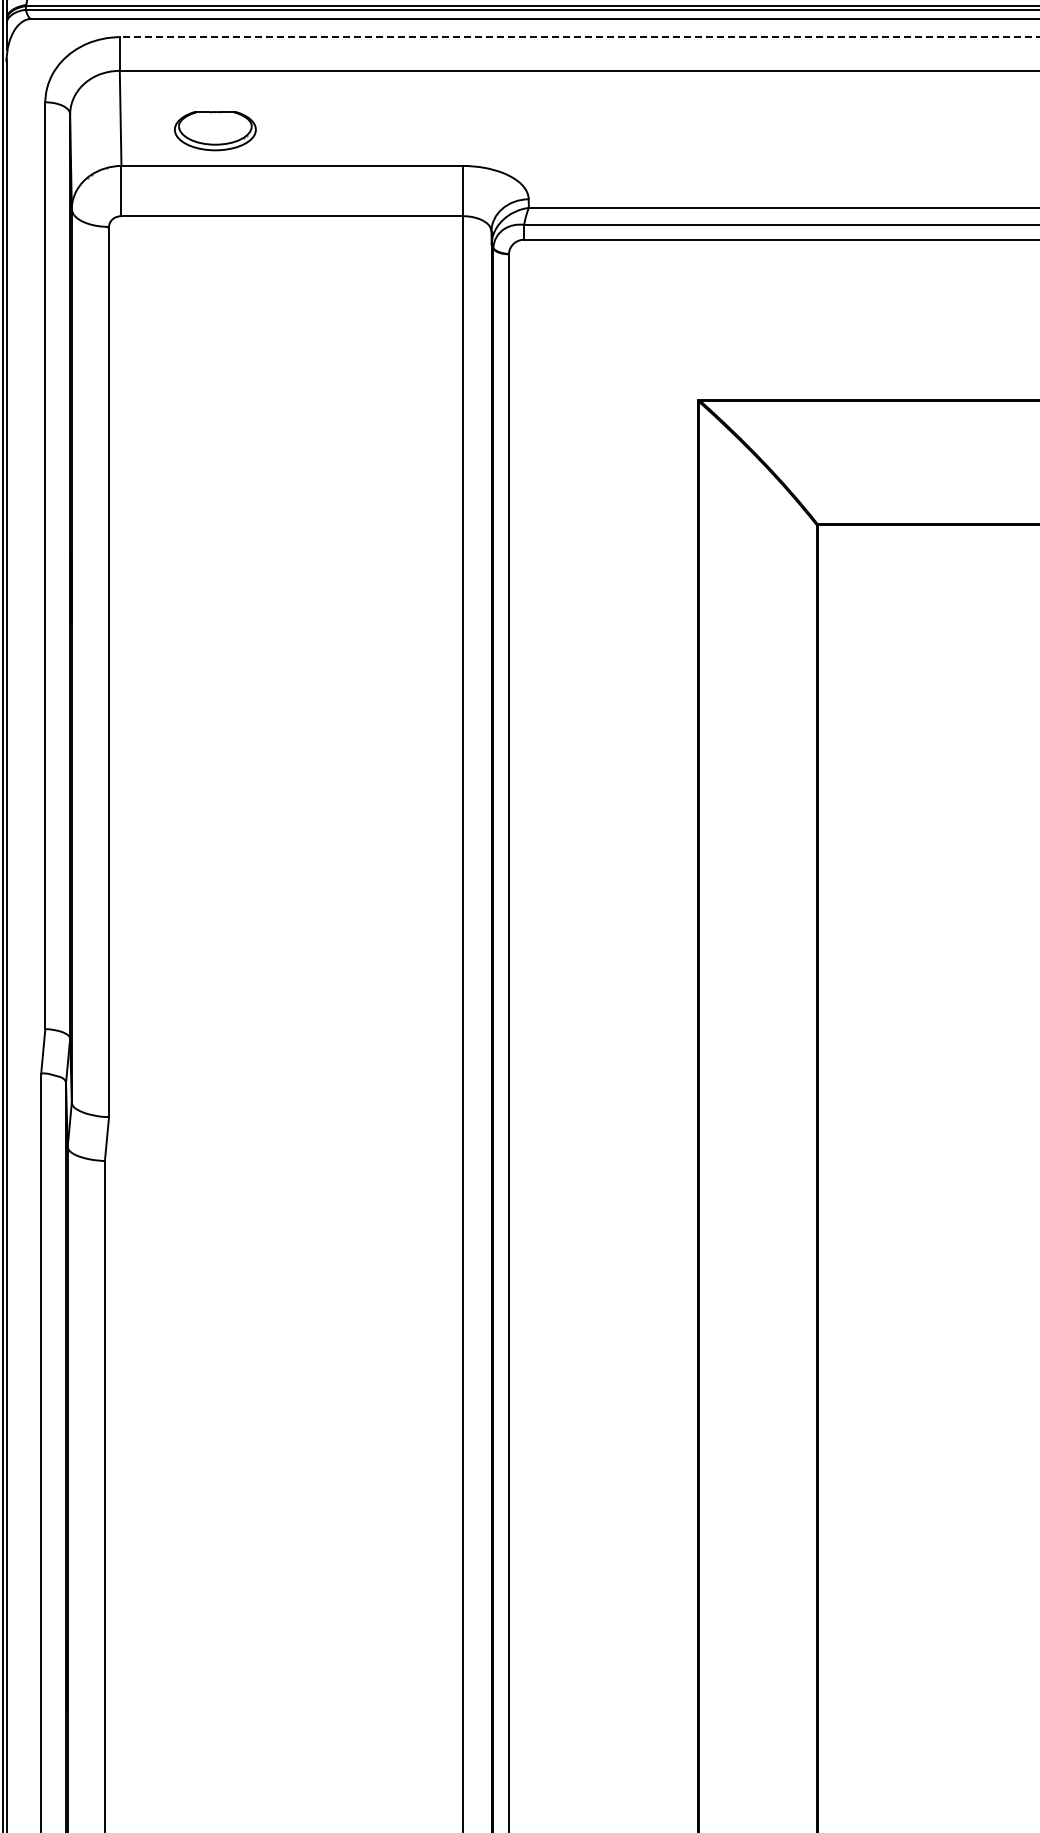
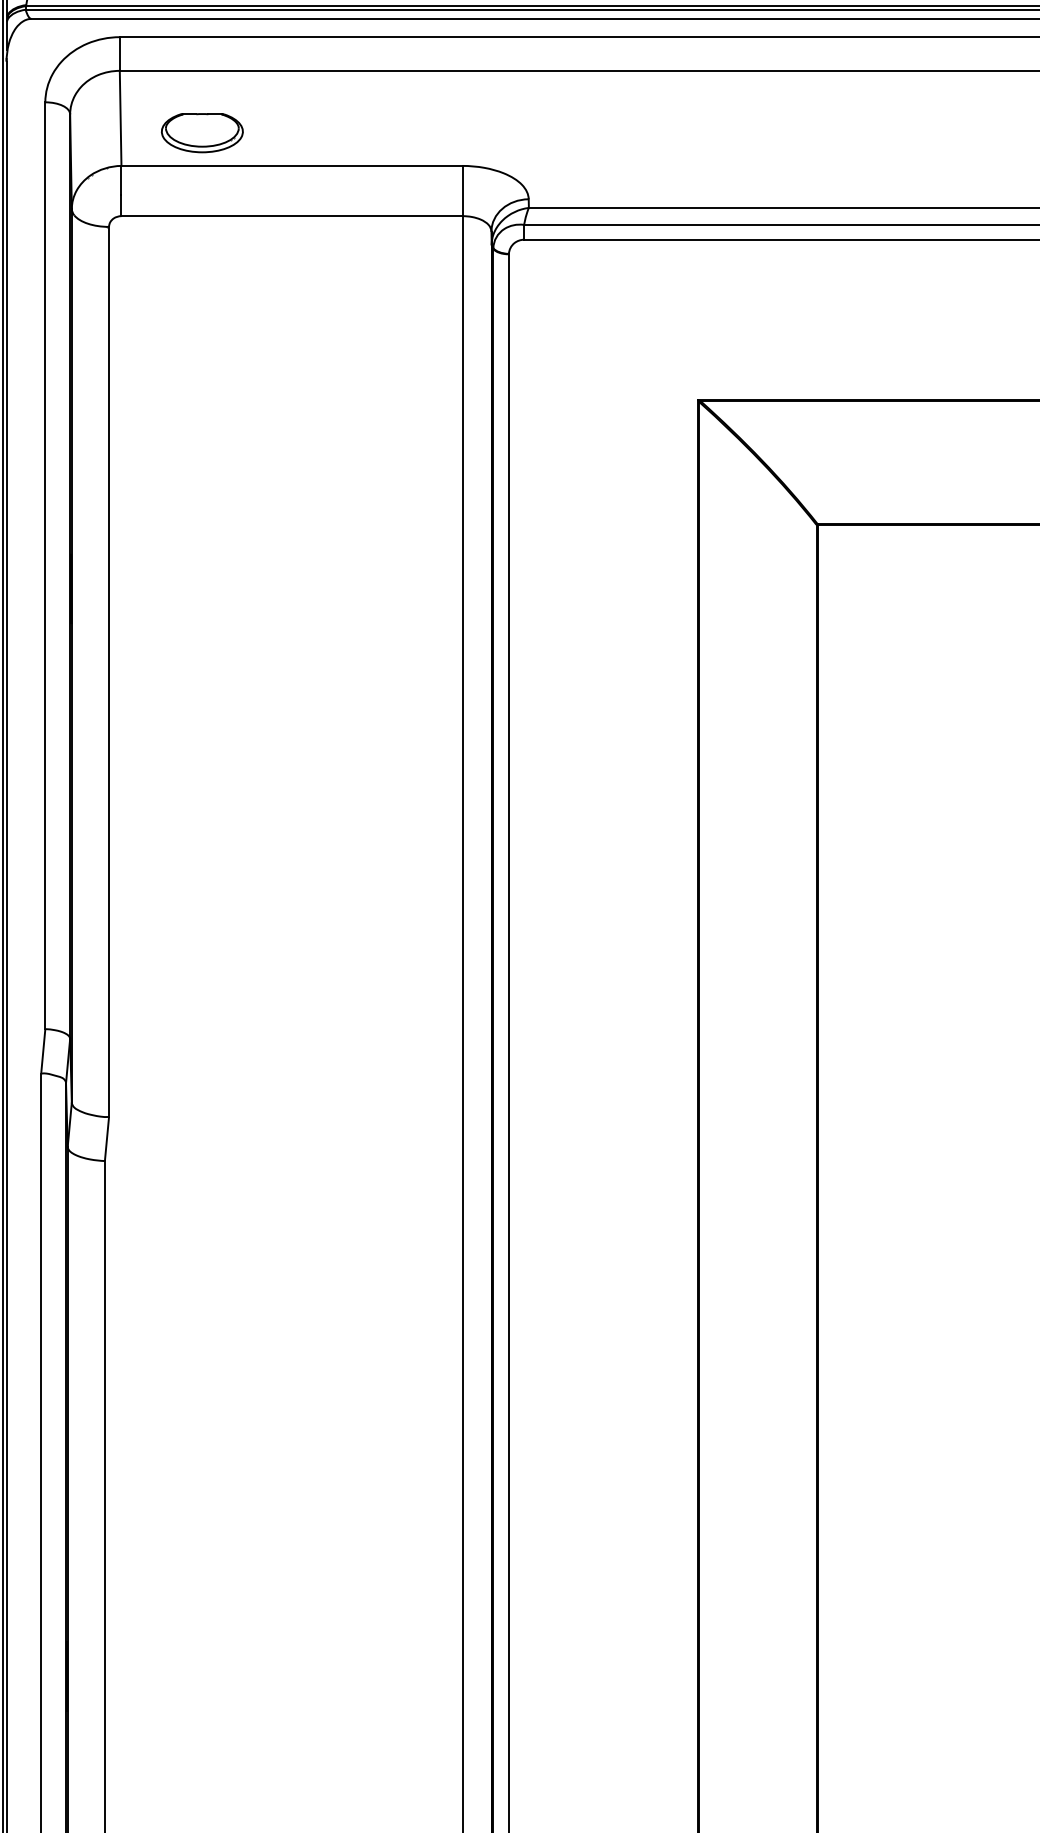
line at (579, 37): dashed -> solid
part at (215, 131) position: (215, 131) -> (202, 133)
